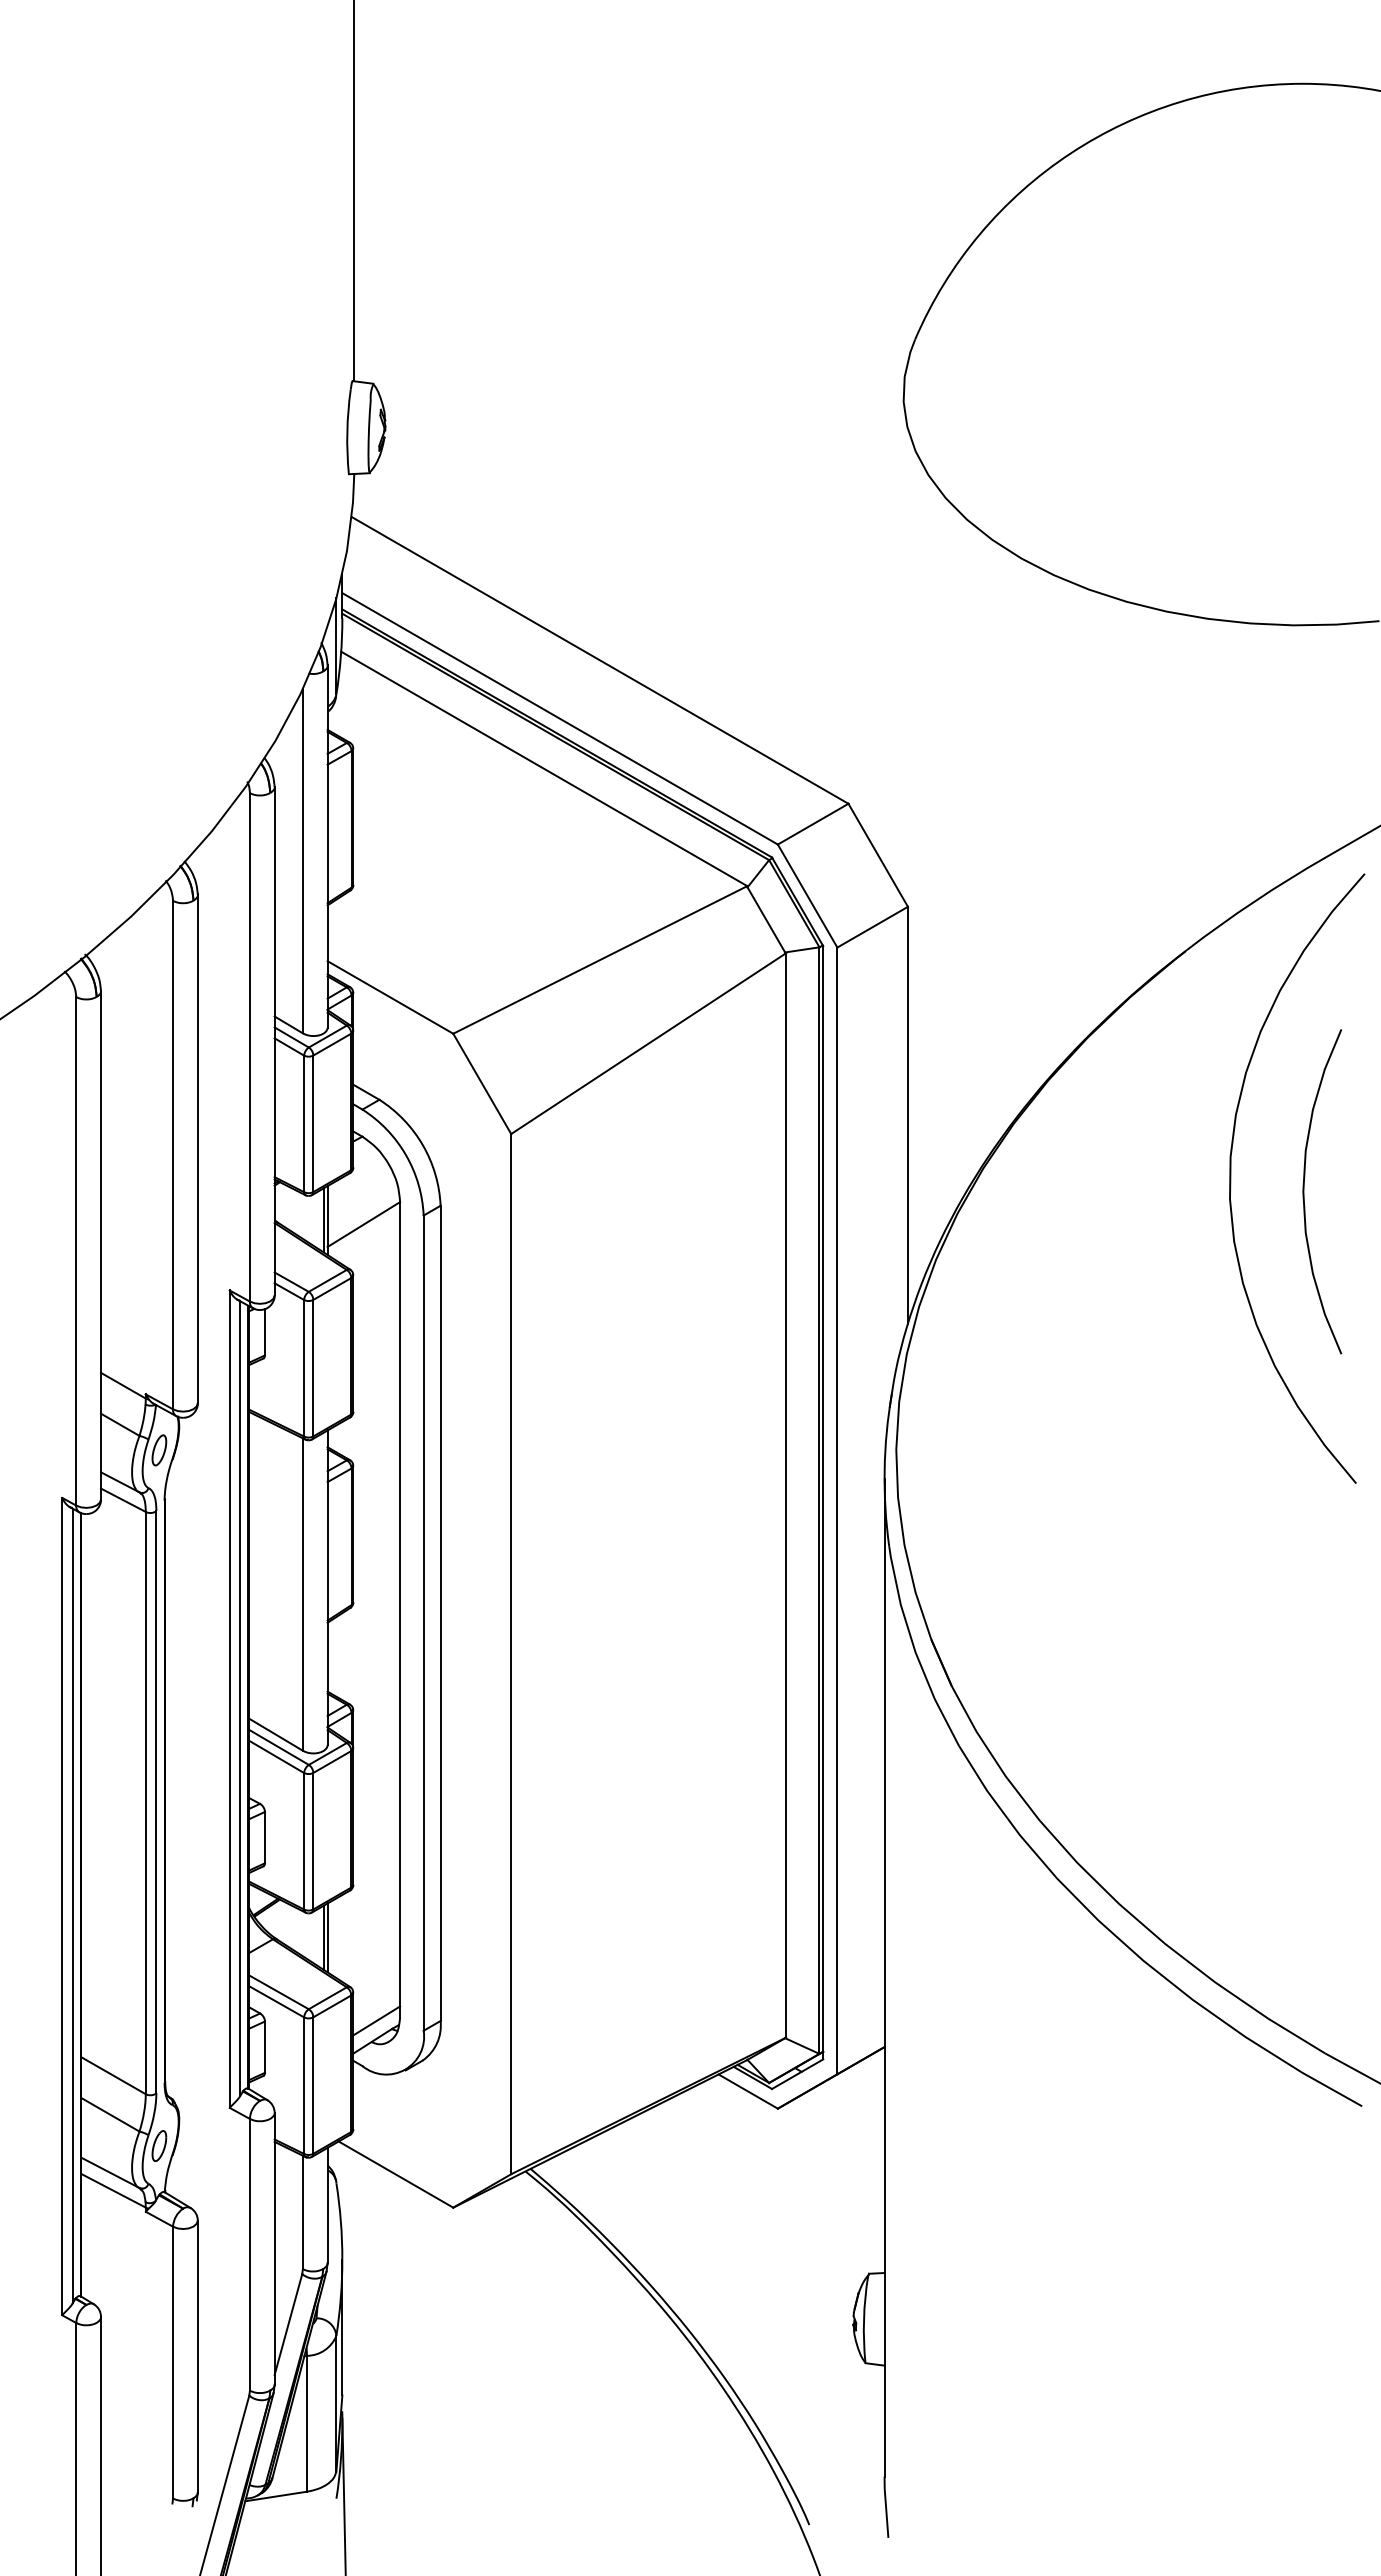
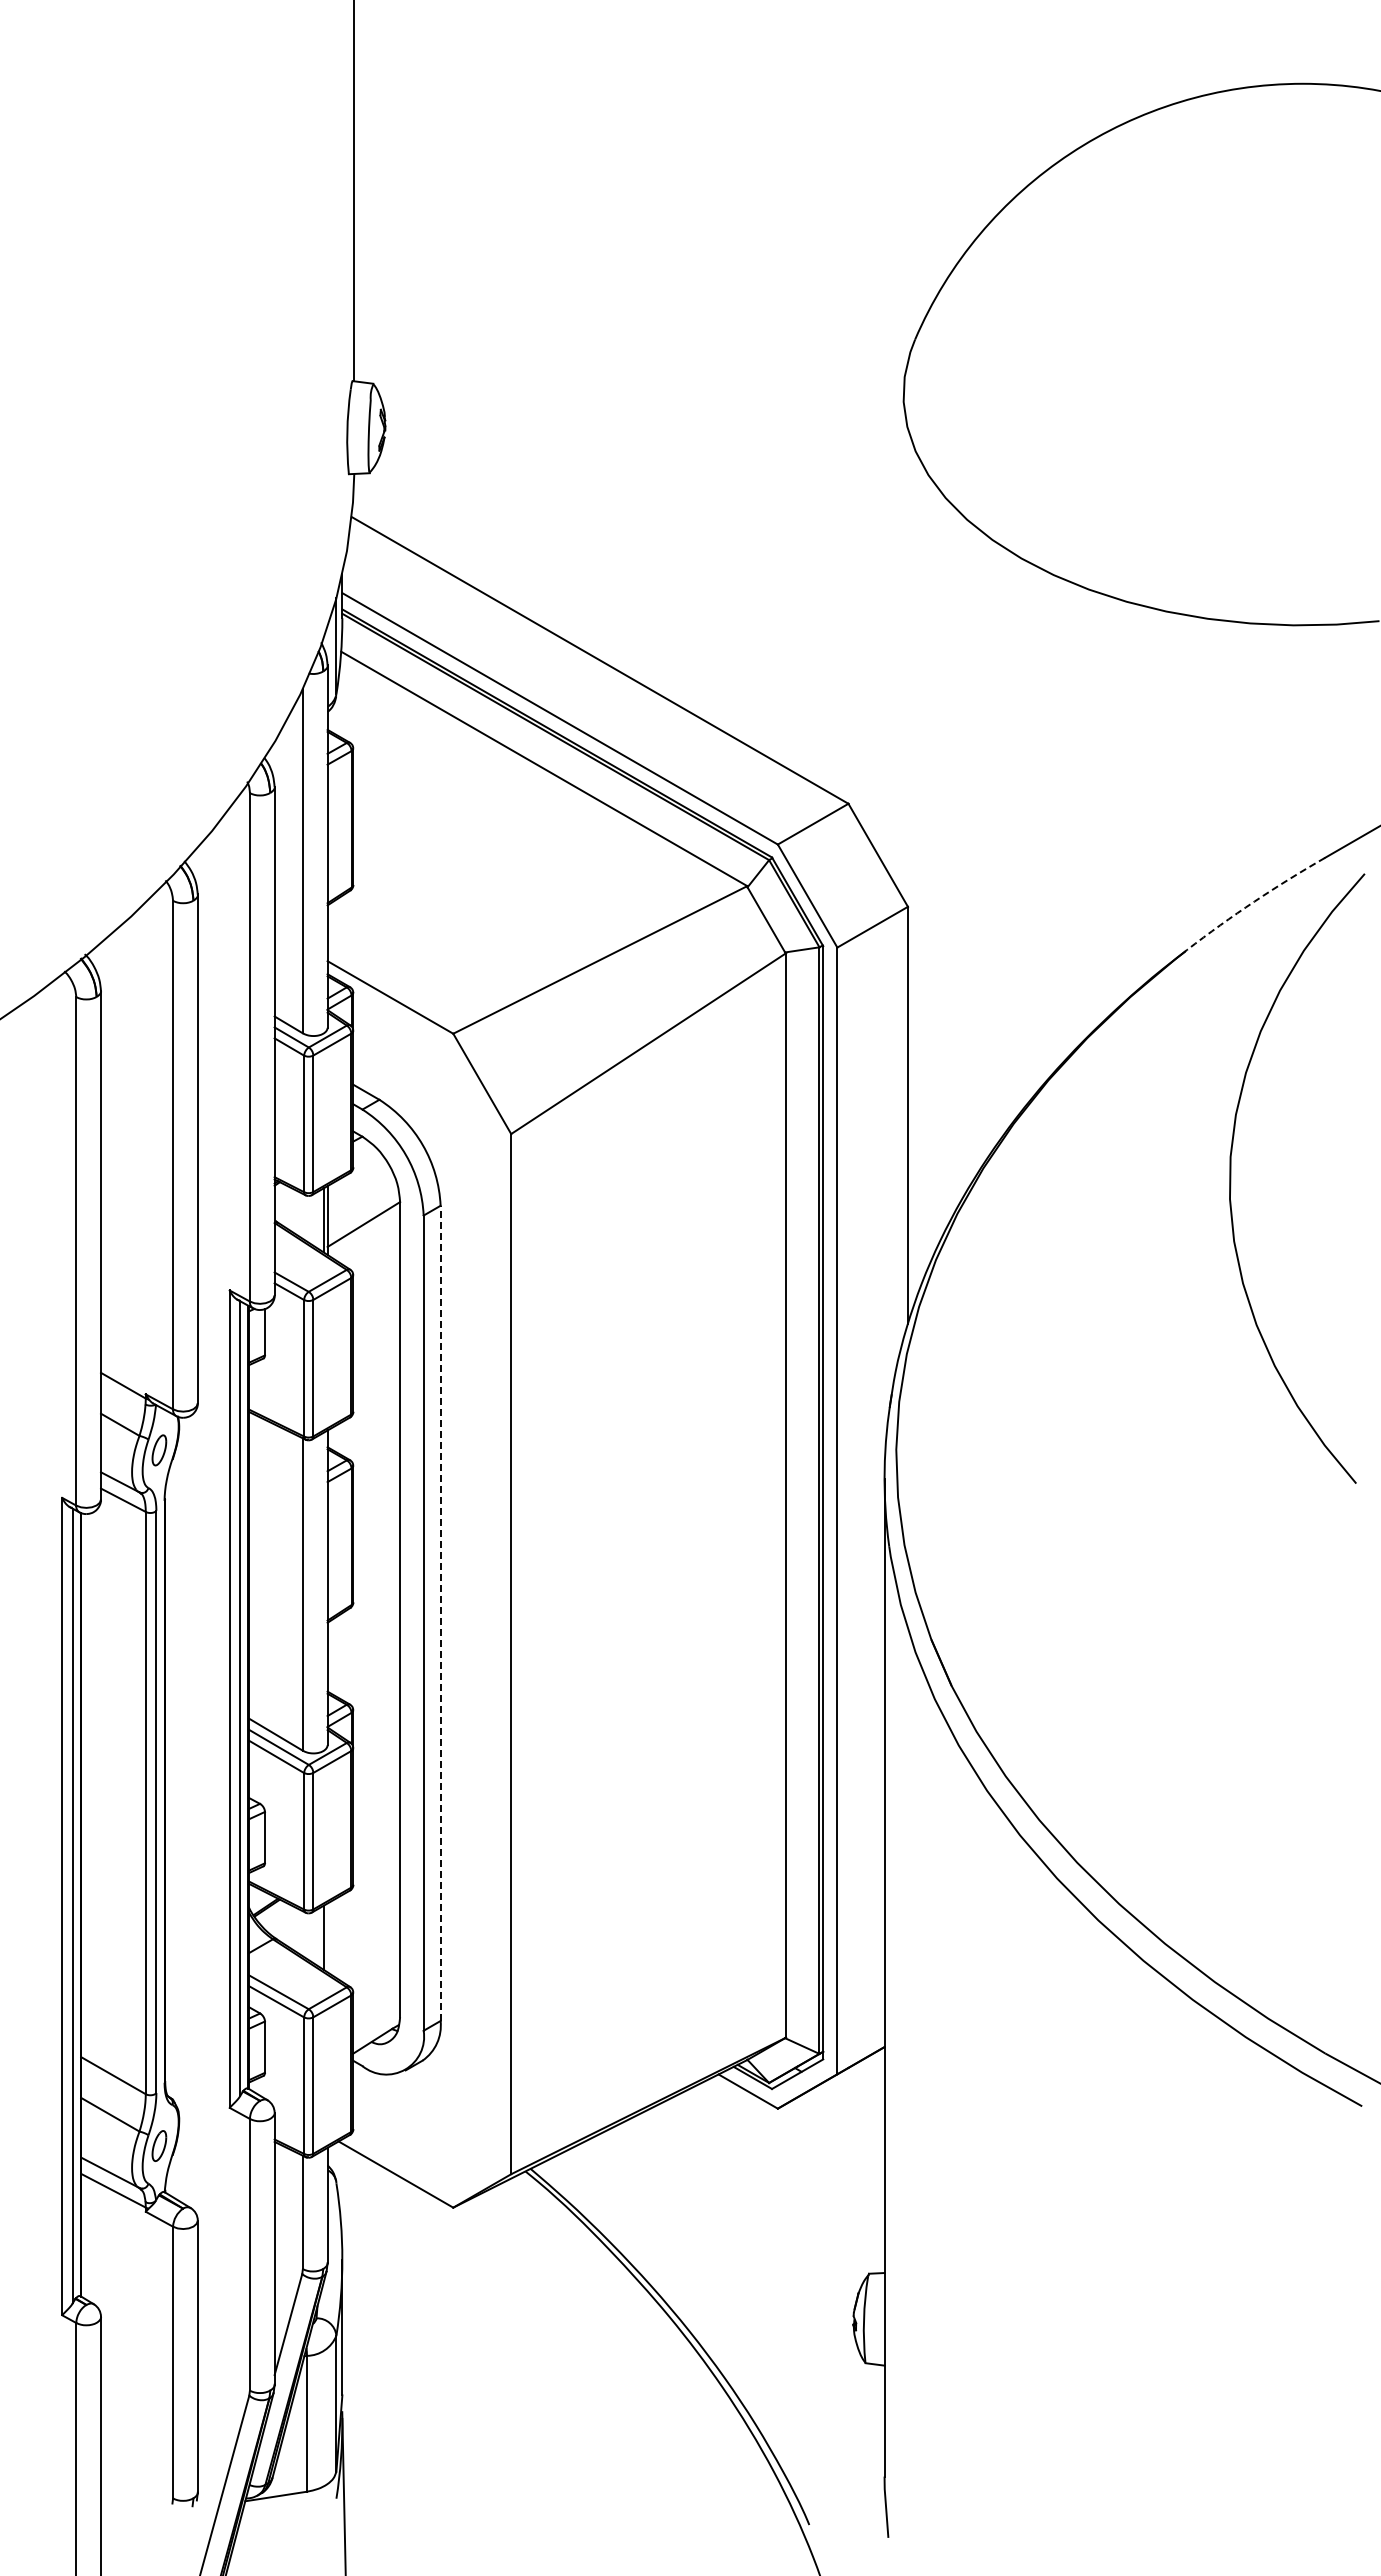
arc at (1254, 901): solid -> dashed
curve at (1304, 1191): present -> none
line at (440, 1613): solid -> dashed
line at (327, 1937): present -> none
line at (376, 2020): present -> none
